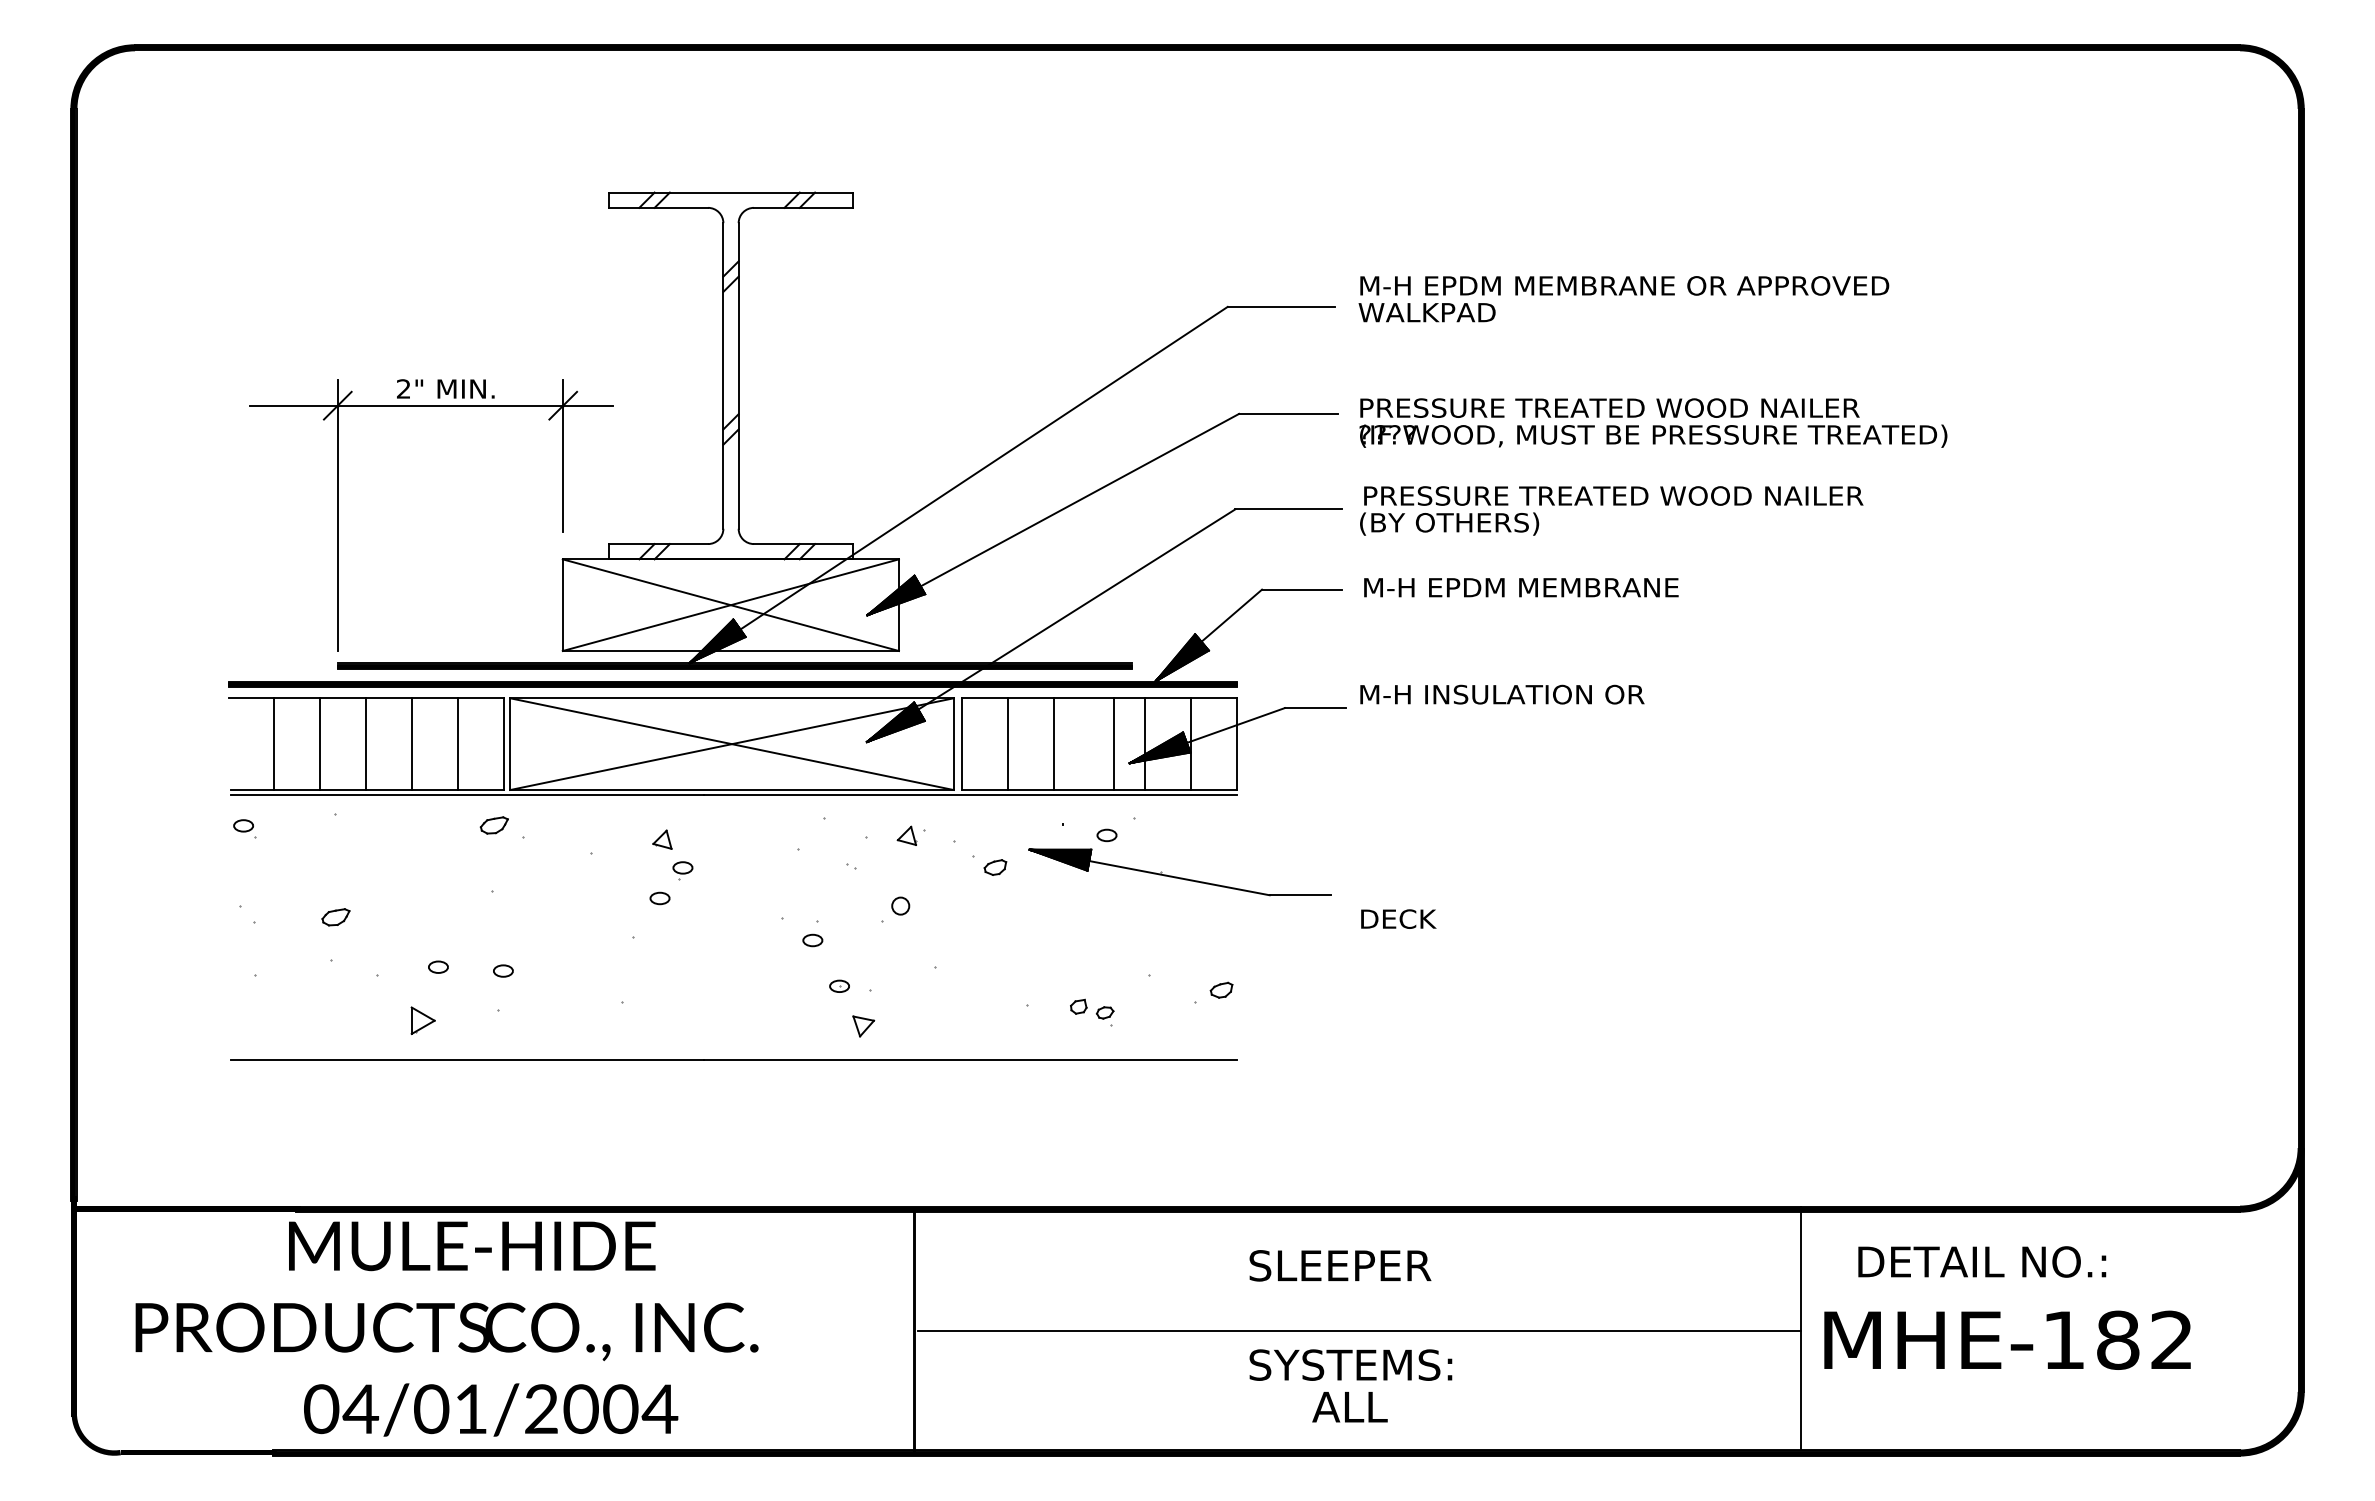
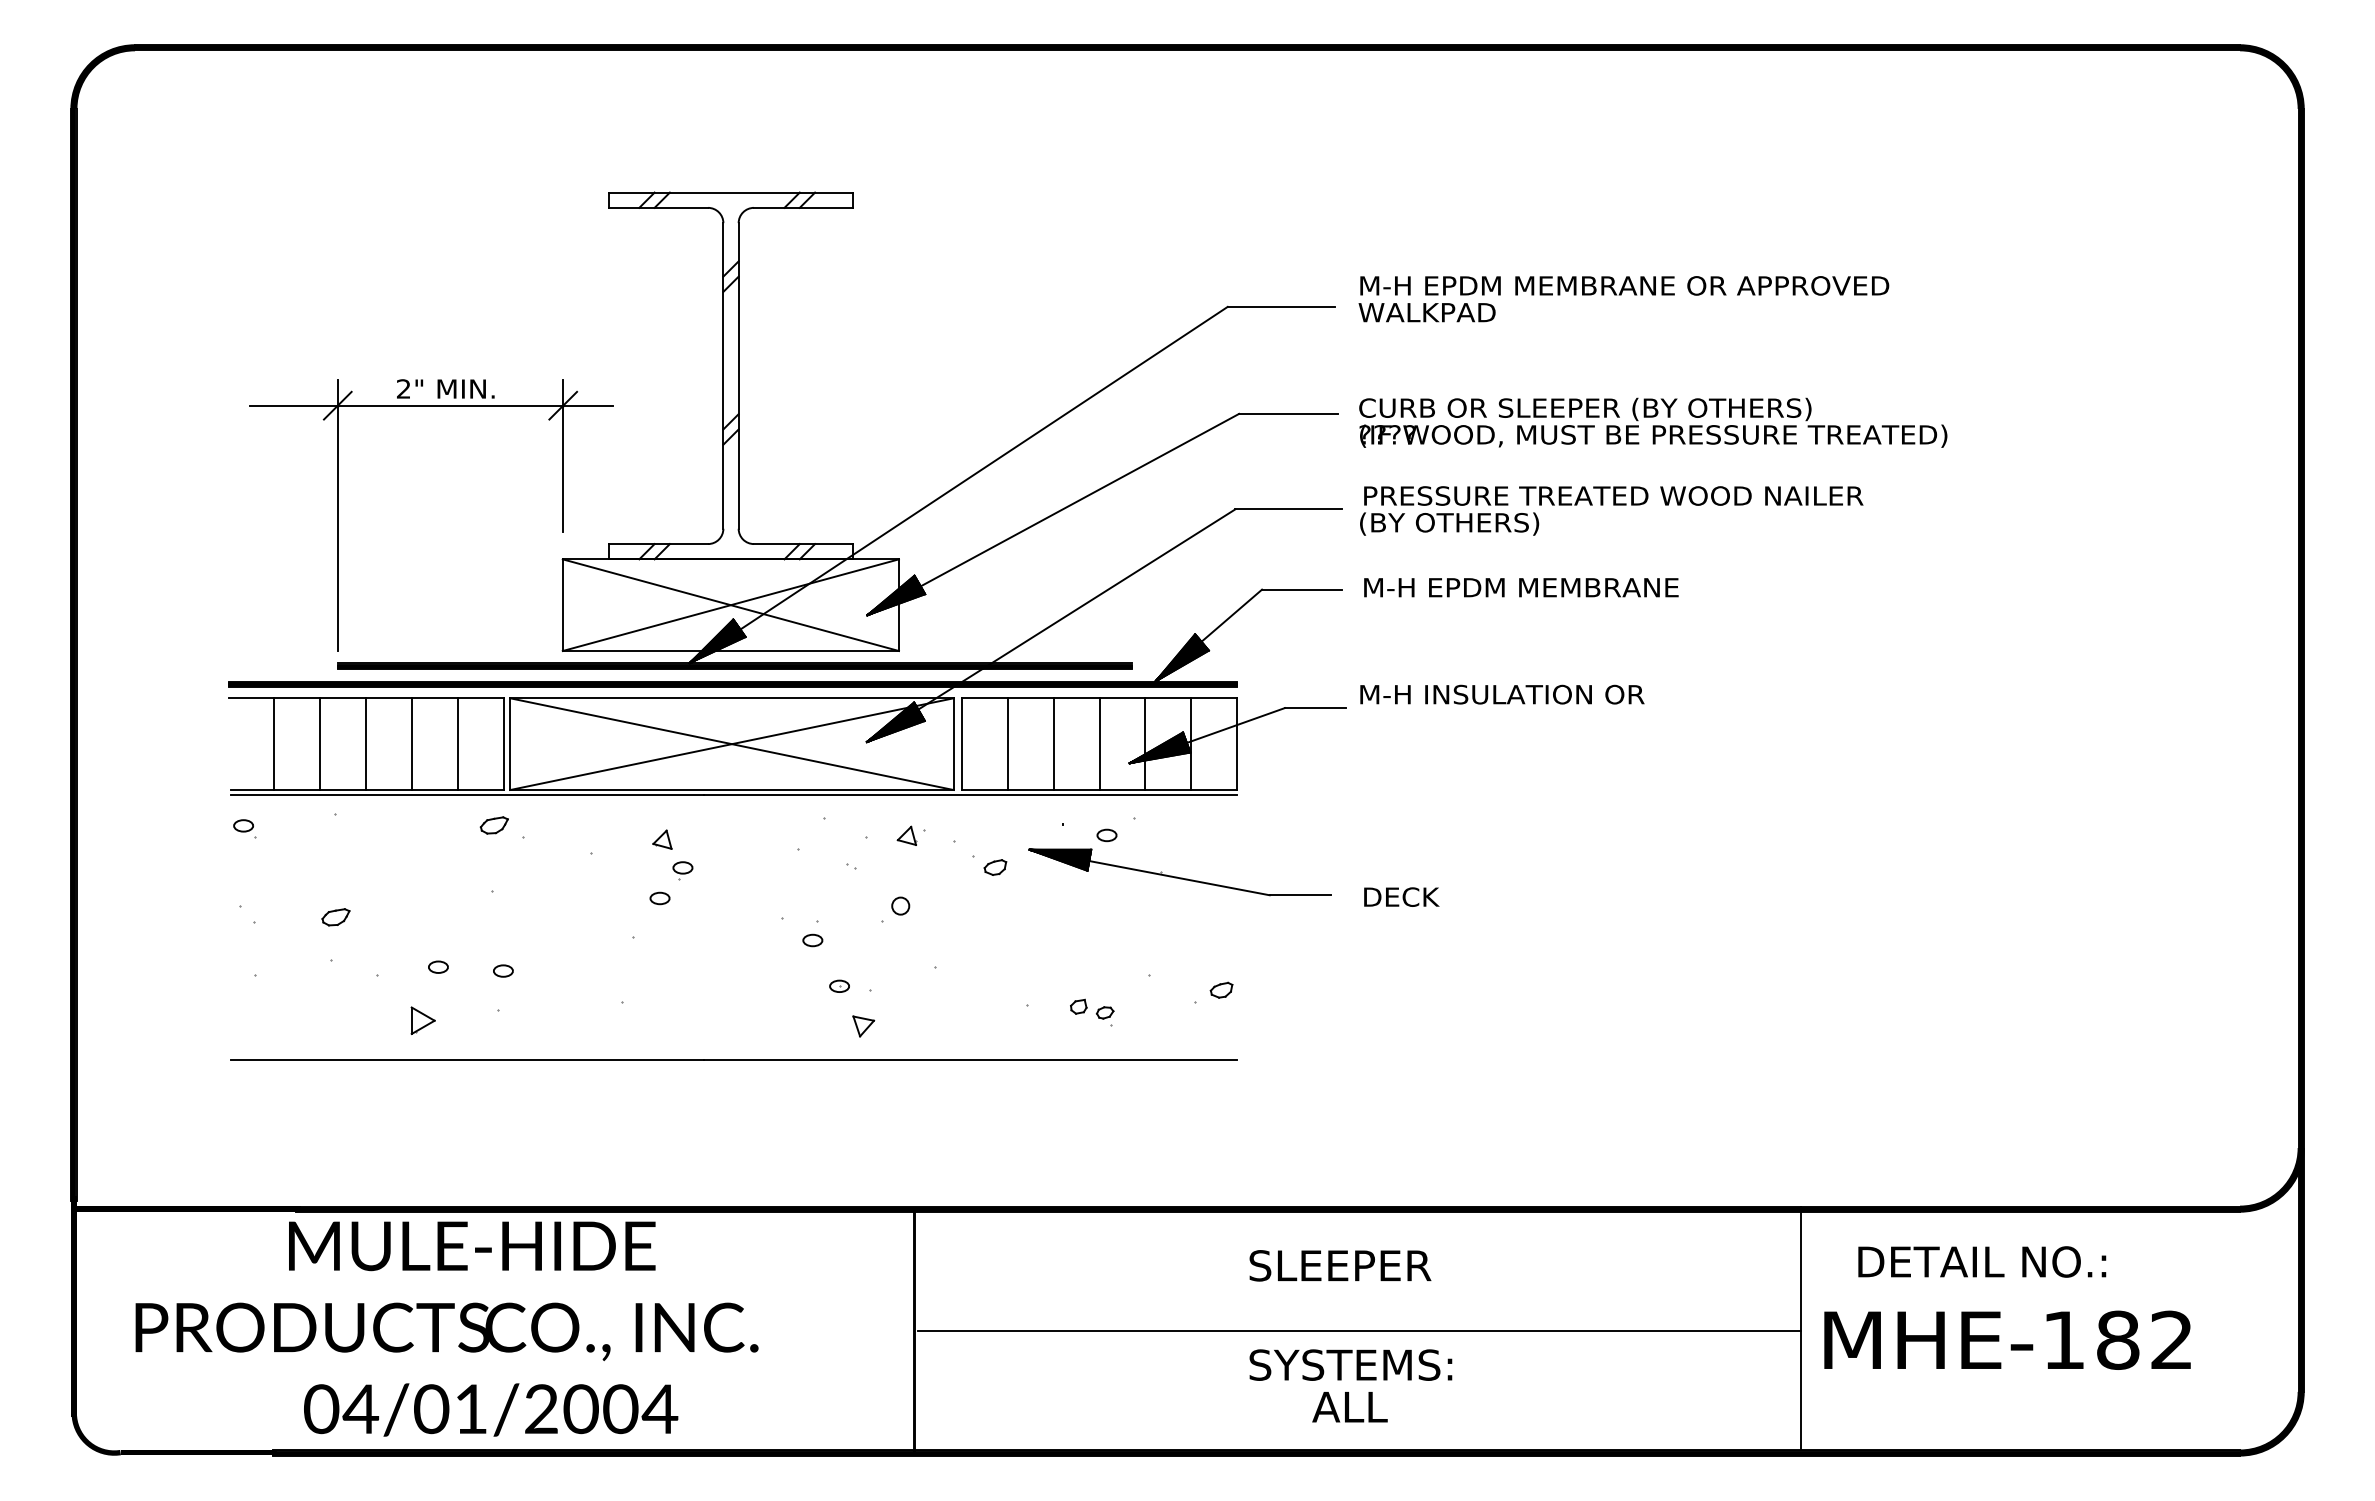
text at (1609, 409): PRESSURE TREATED WOOD NAILER -> CURB OR SLEEPER (BY OTHERS)
line at (1113, 744) position: (1113, 744) -> (1099, 744)
text at (1398, 918) position: (1398, 918) -> (1401, 896)
